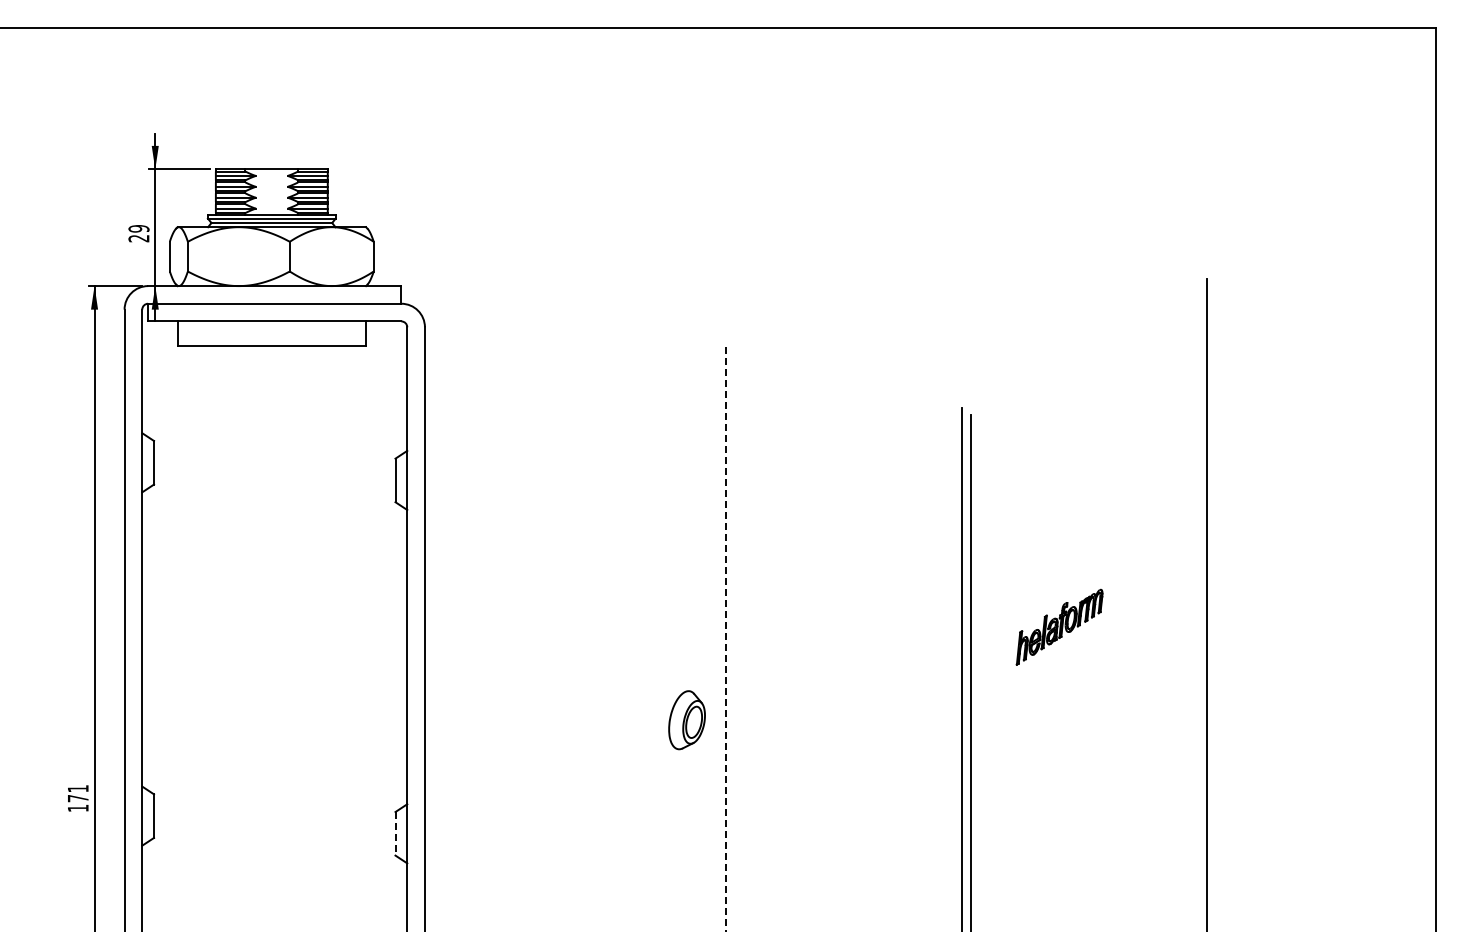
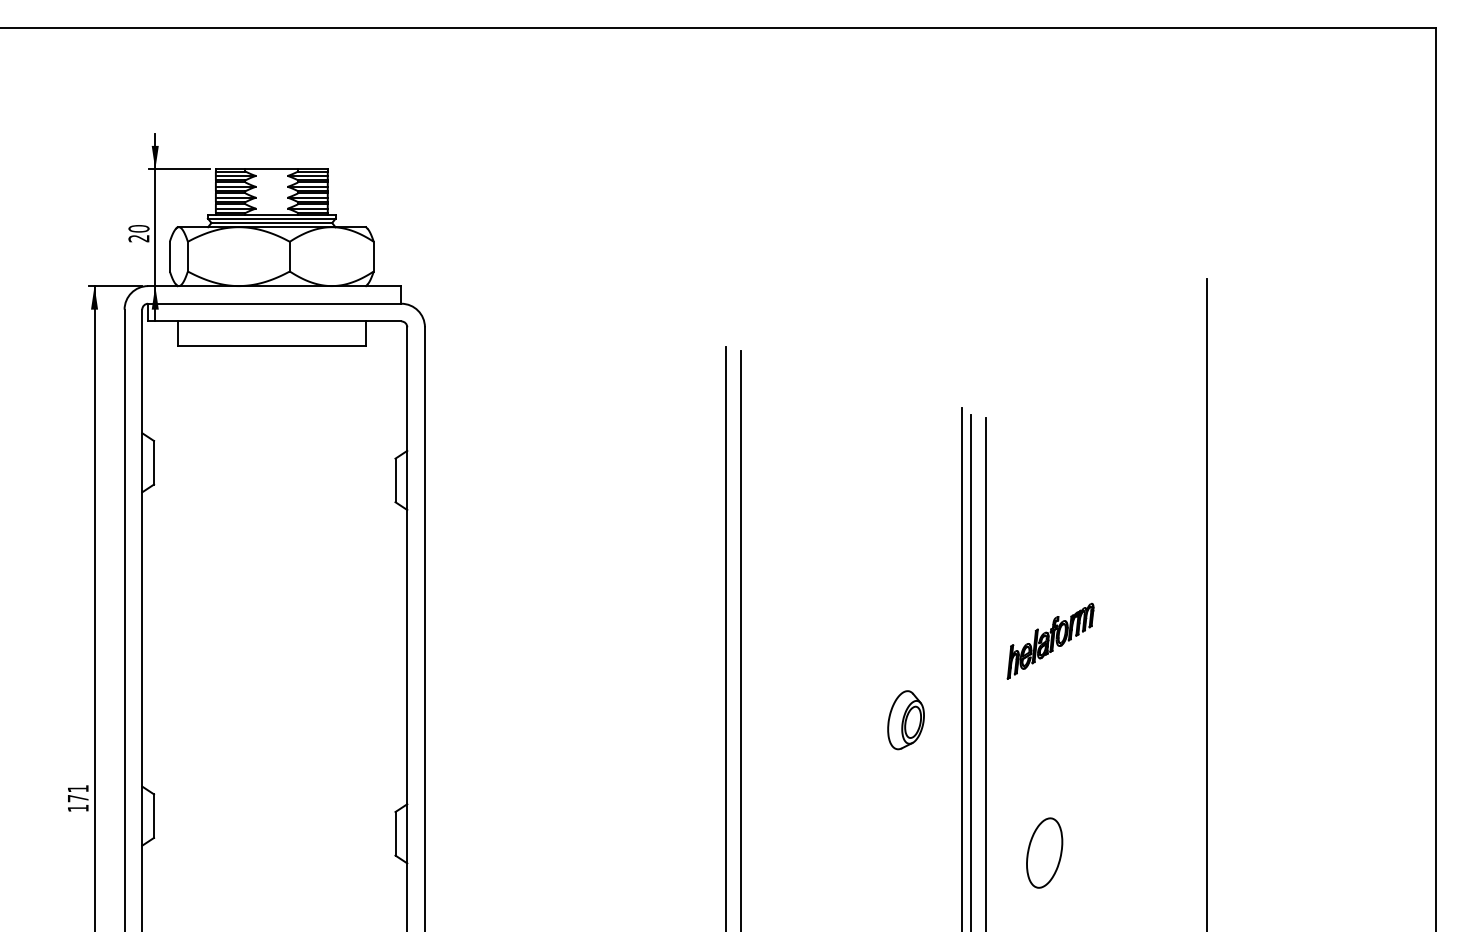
text at (139, 228): 29 -> 20
part at (1059, 626) position: (1059, 626) -> (1050, 640)
line at (740, 639): none -> present
line at (725, 640): dashed -> solid
line at (985, 673): none -> present
part at (686, 720) position: (686, 720) -> (905, 720)
line at (395, 833): dashed -> solid
part at (1044, 852): none -> present
